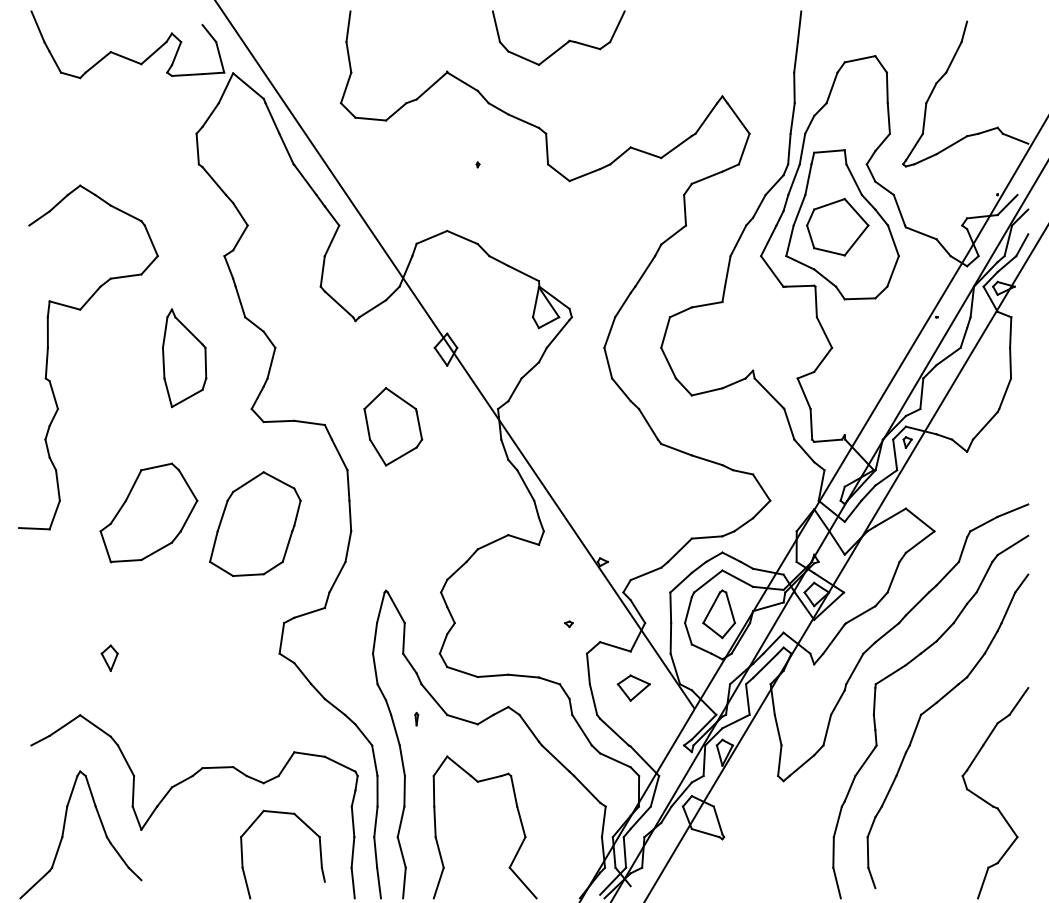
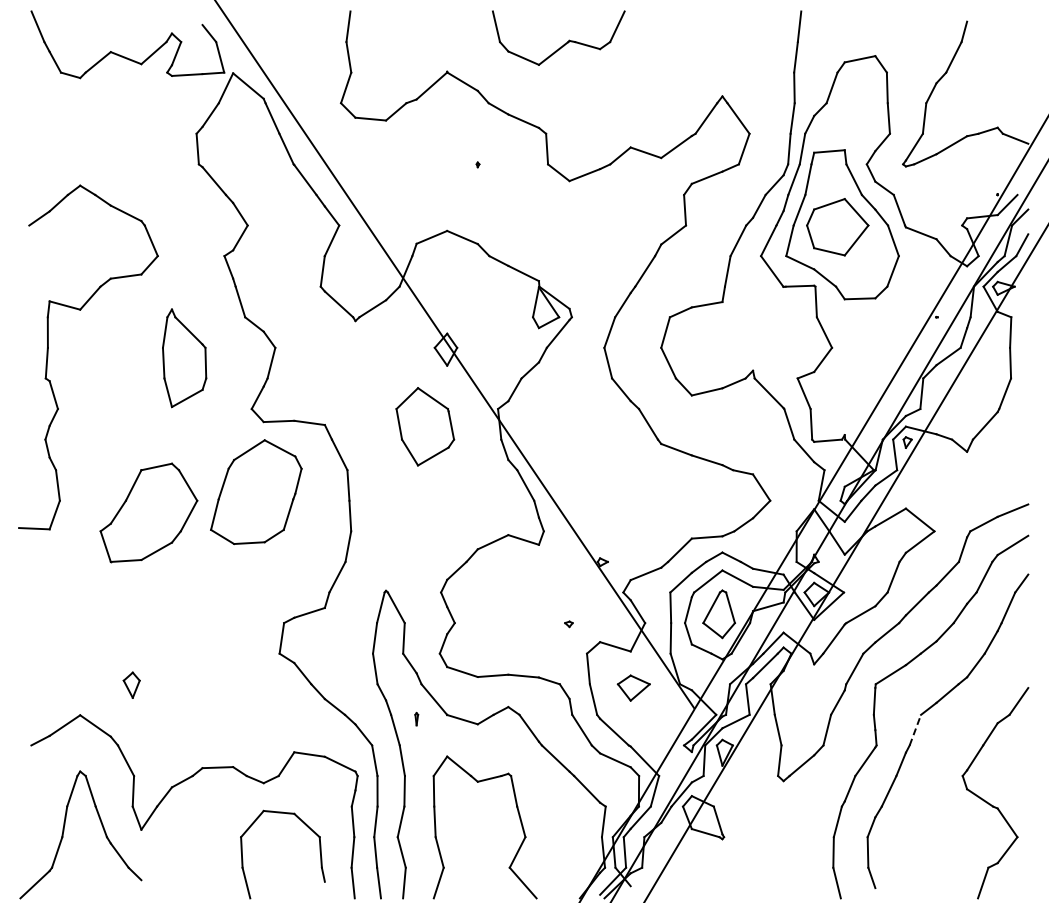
part at (393, 426) position: (393, 426) -> (425, 426)
part at (255, 524) position: (255, 524) -> (256, 492)
part at (109, 657) position: (109, 657) -> (131, 684)
line at (915, 729): solid -> dashed
